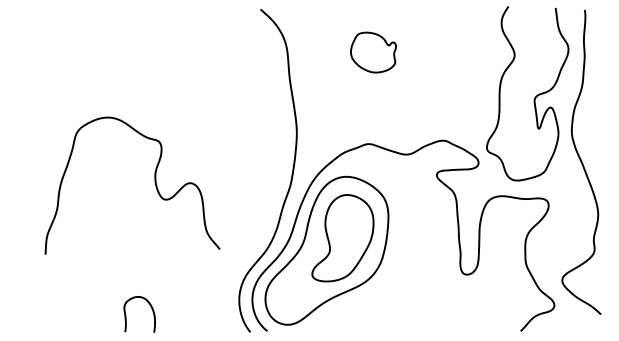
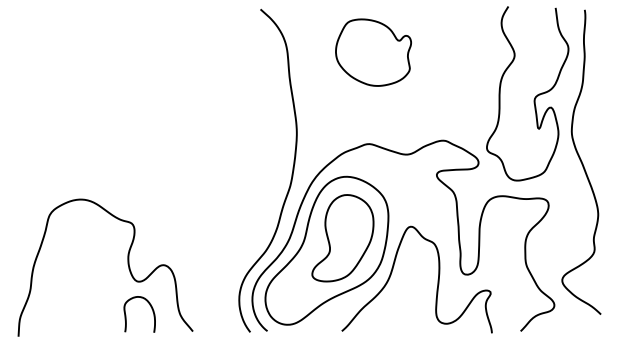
part at (373, 52) size: 47x43 px -> 77x69 px
curve at (154, 182) position: (154, 182) -> (127, 264)
curve at (437, 279): none -> present
